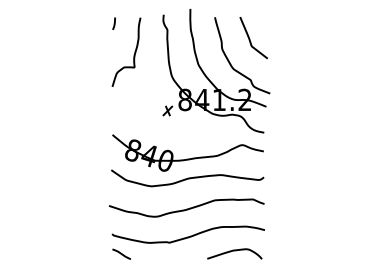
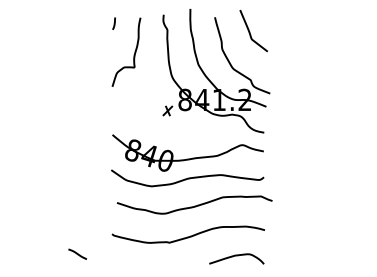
curve at (250, 38) position: (250, 38) -> (250, 31)
curve at (186, 208) position: (186, 208) -> (194, 205)
curve at (234, 251) position: (234, 251) -> (236, 256)
line at (121, 253) position: (121, 253) -> (77, 253)
